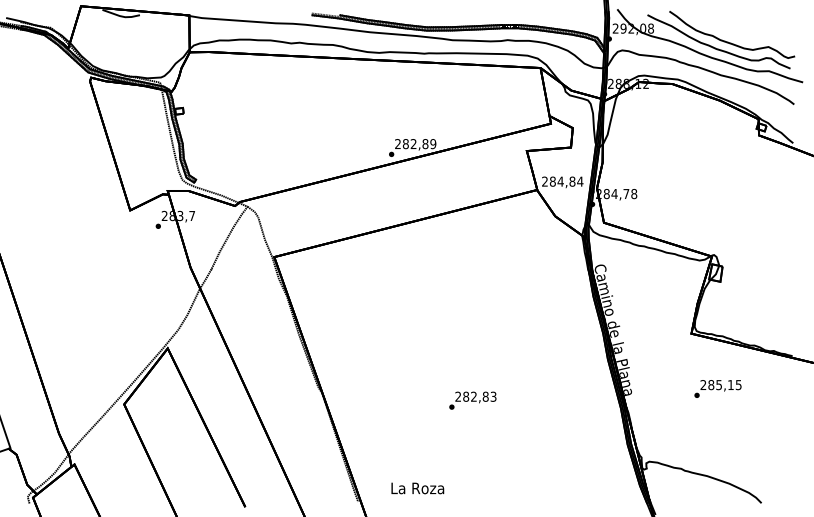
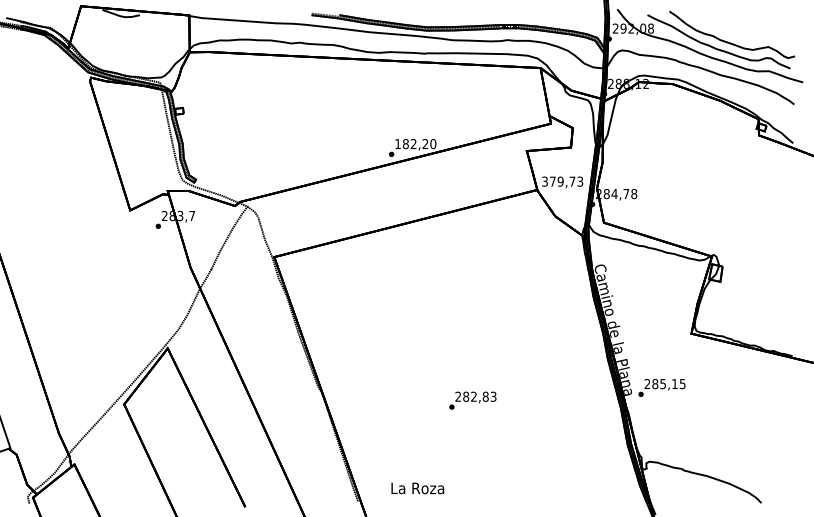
text at (415, 144): 282,89 -> 182,20
text at (562, 181): 284,84 -> 379,73
text at (717, 388) position: (717, 388) -> (661, 387)
